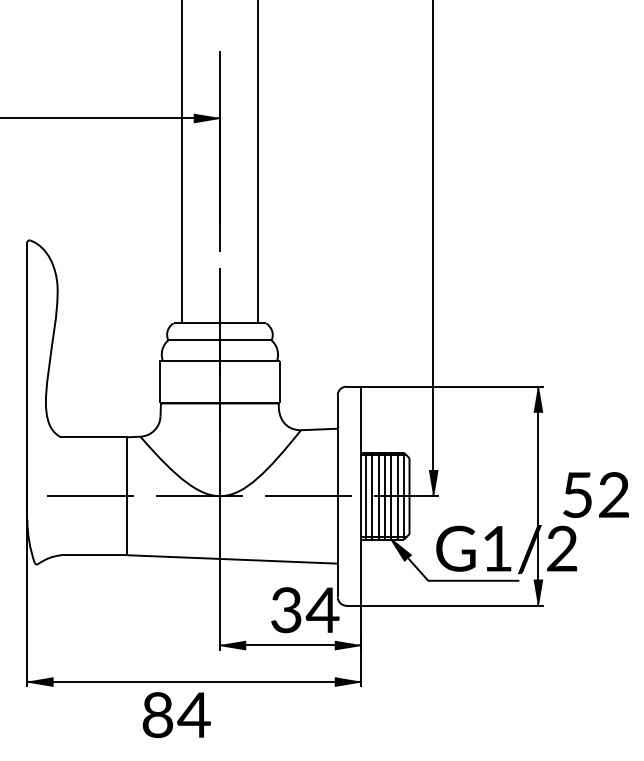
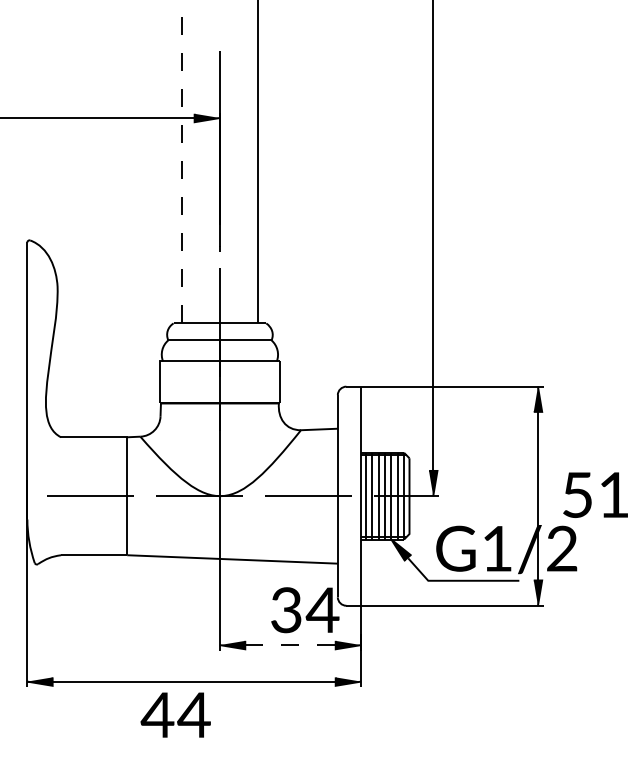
line at (182, 161): solid -> dashed
text at (613, 494): 52 -> 51
line at (291, 645): solid -> dashed
text at (157, 715): 84 -> 44
